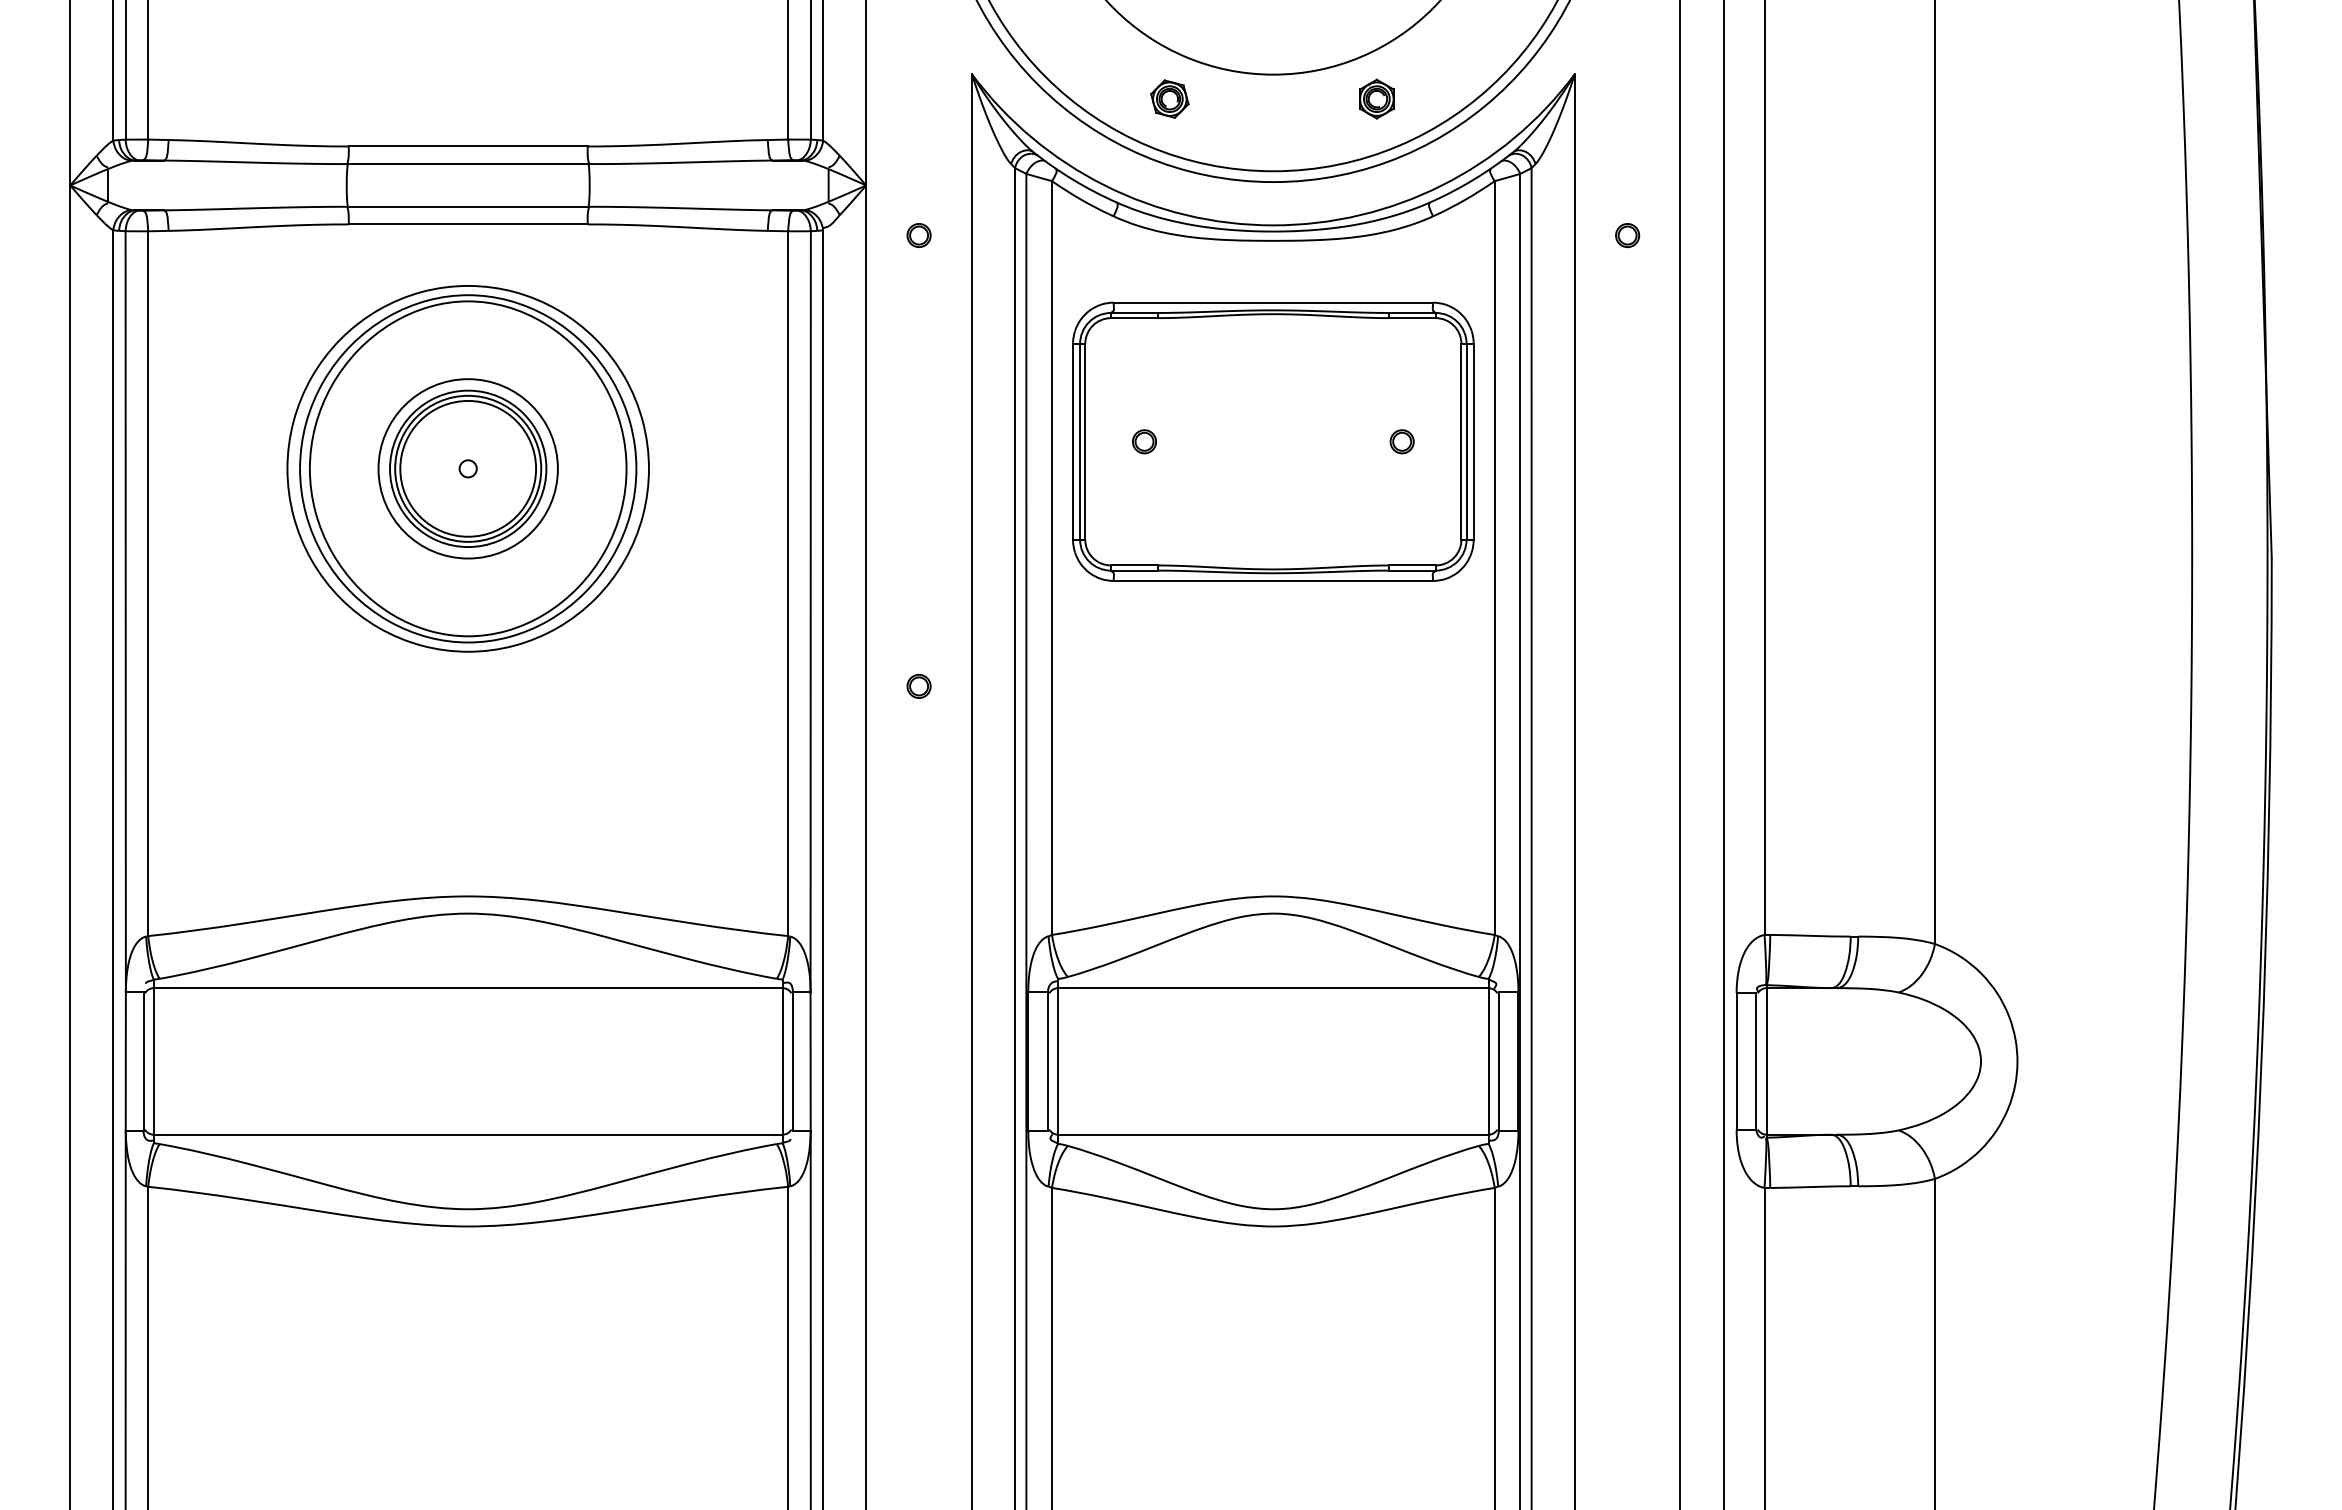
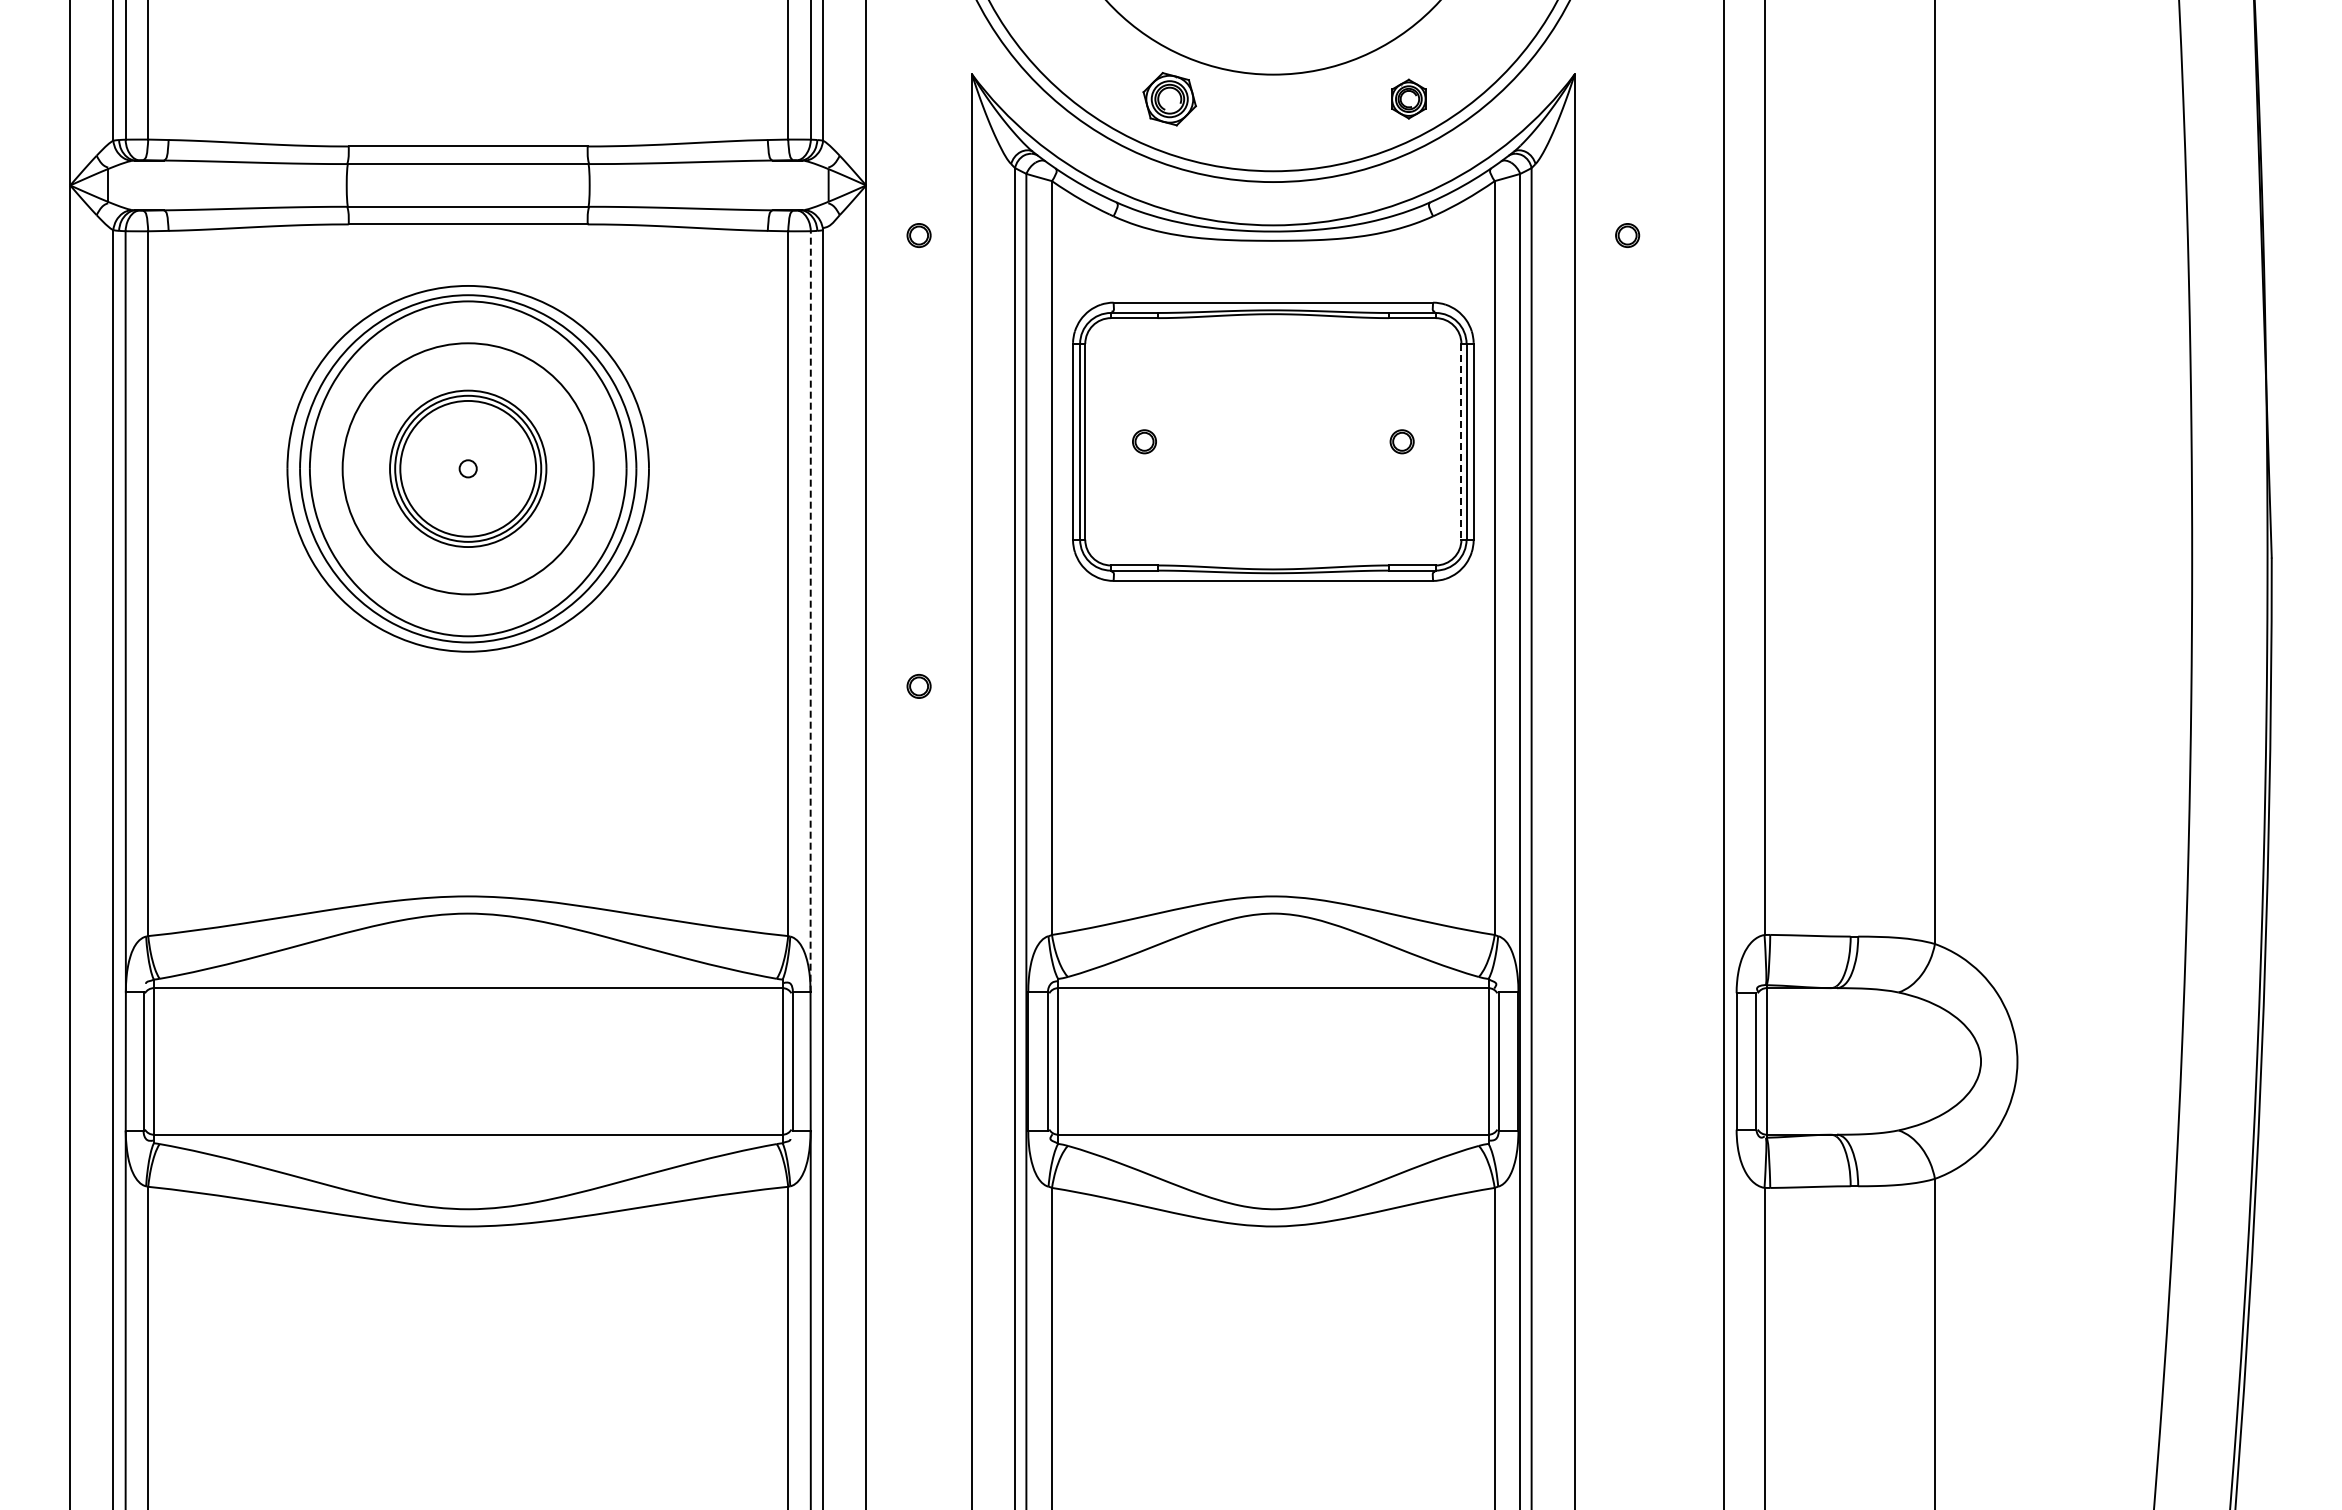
part at (1169, 98) size: 40x40 px -> 55x55 px
part at (1376, 98) position: (1376, 98) -> (1408, 98)
line at (1461, 441): solid -> dashed
circle at (467, 468) diameter: 179 px -> 251 px
line at (810, 611): solid -> dashed
line at (1680, 754): present -> none
